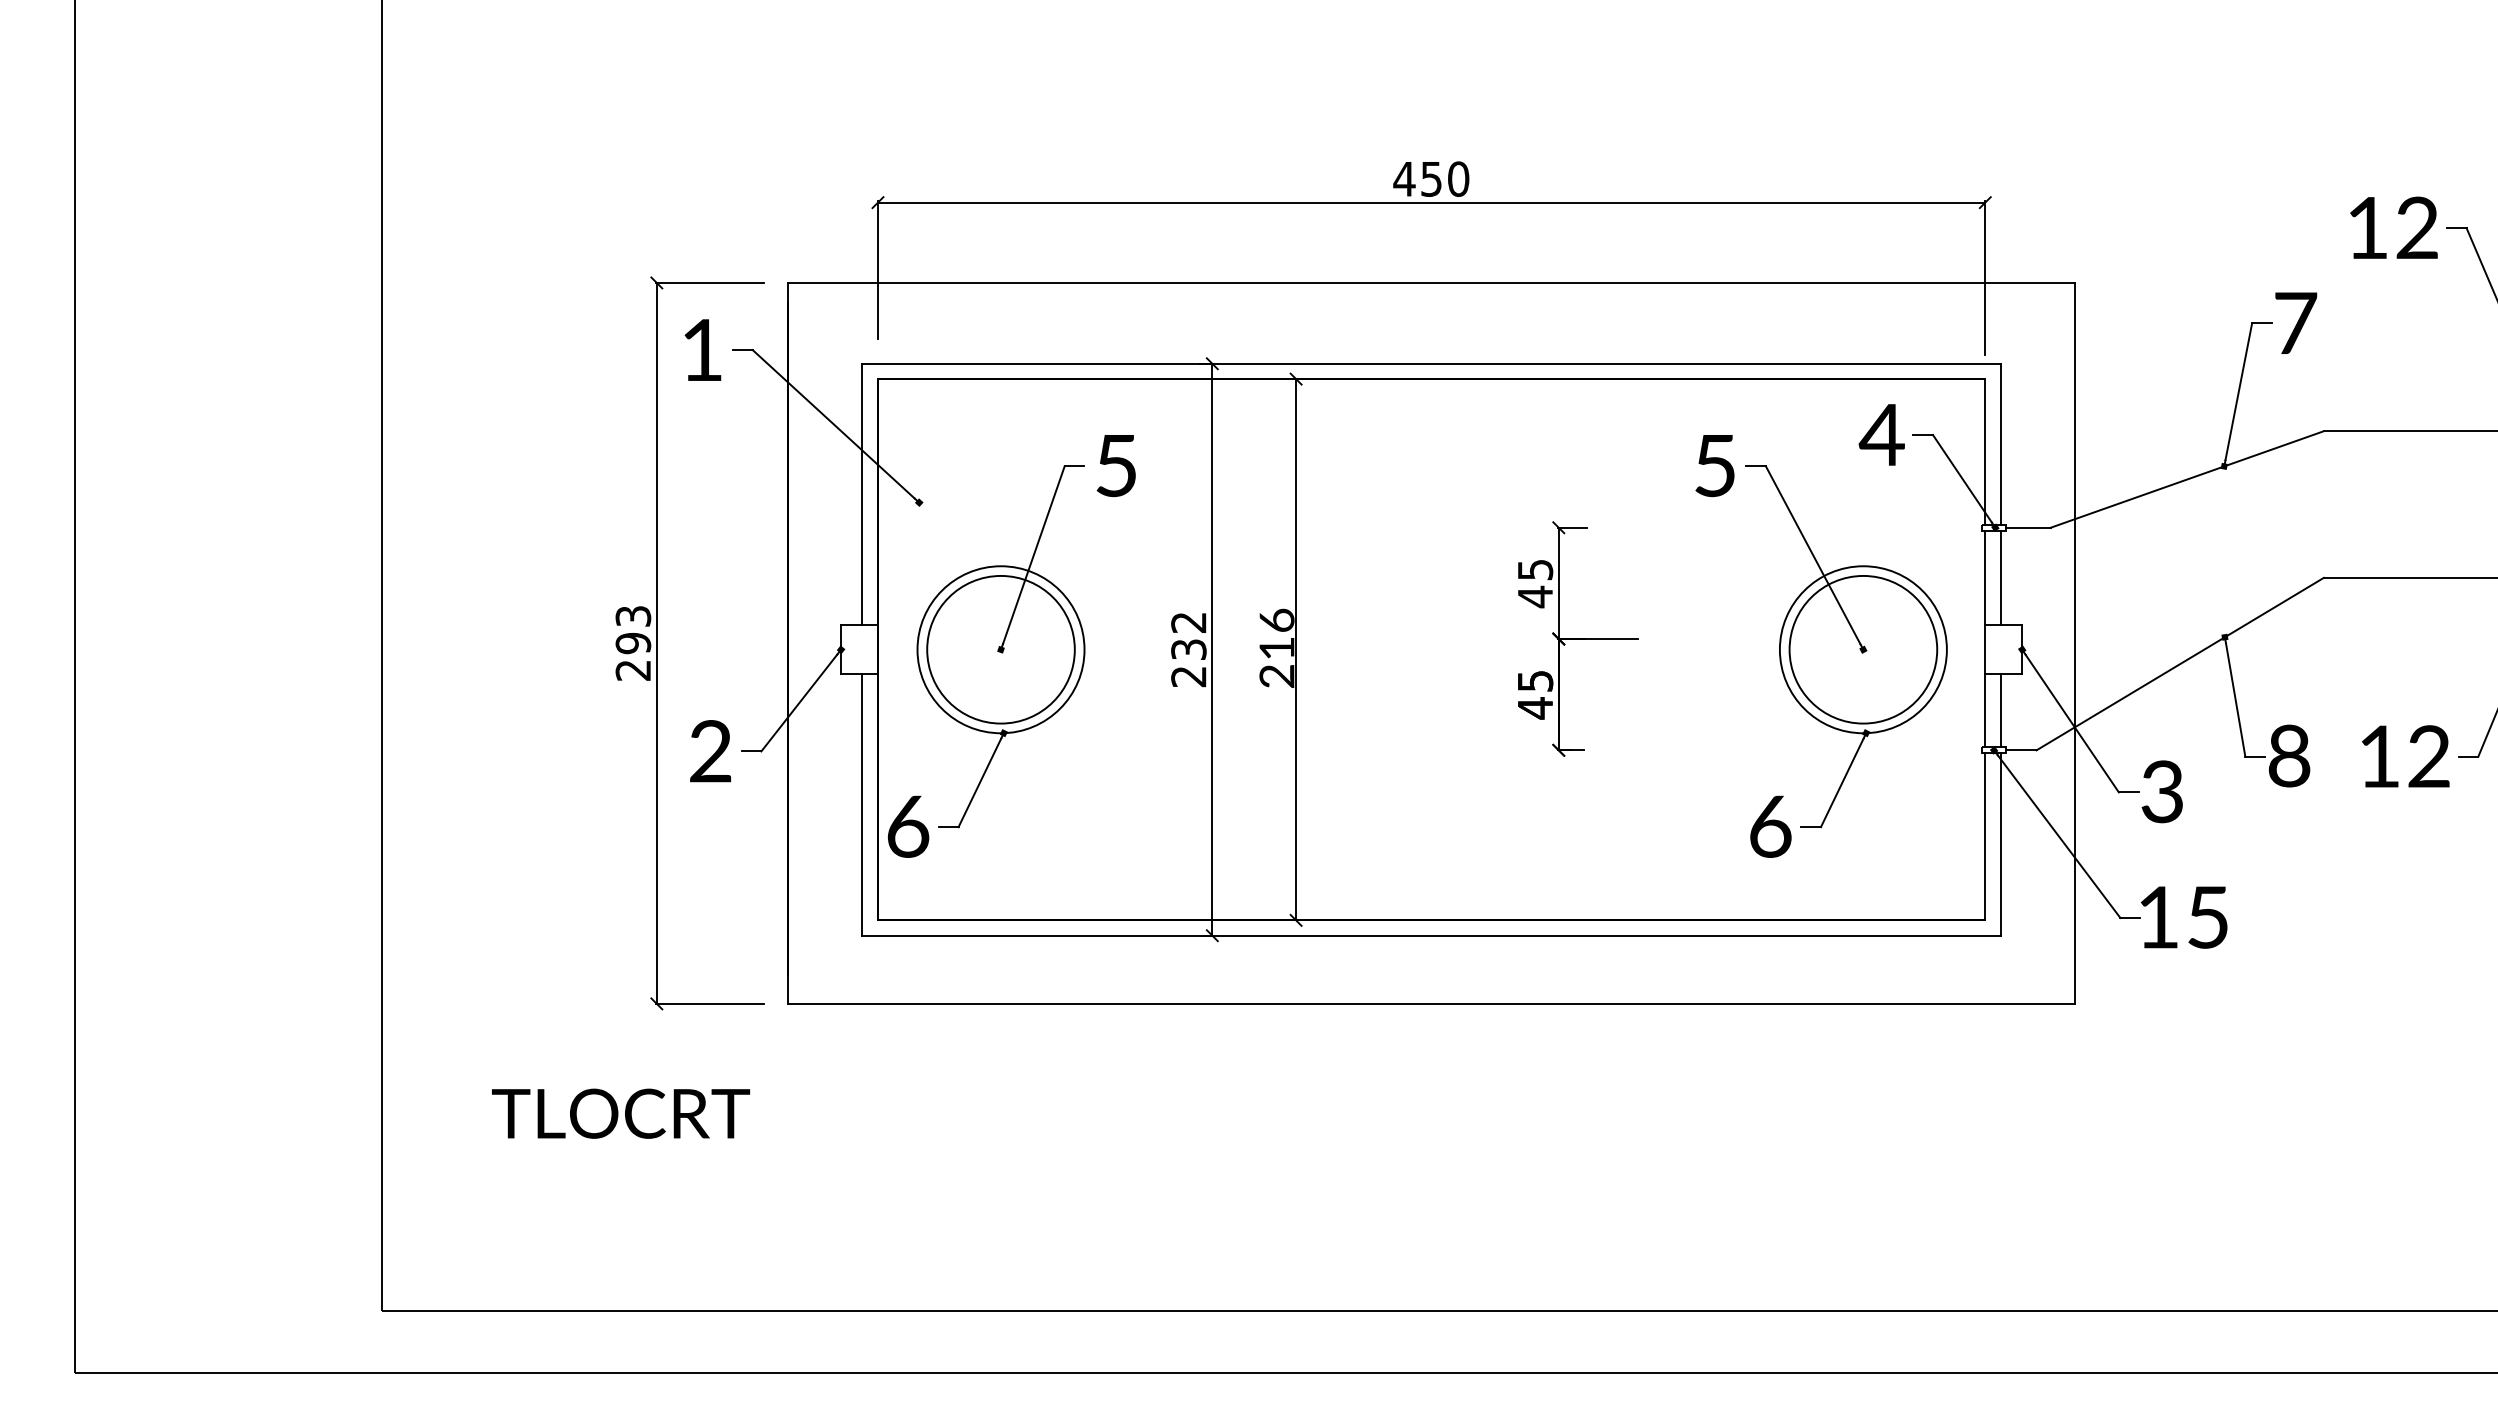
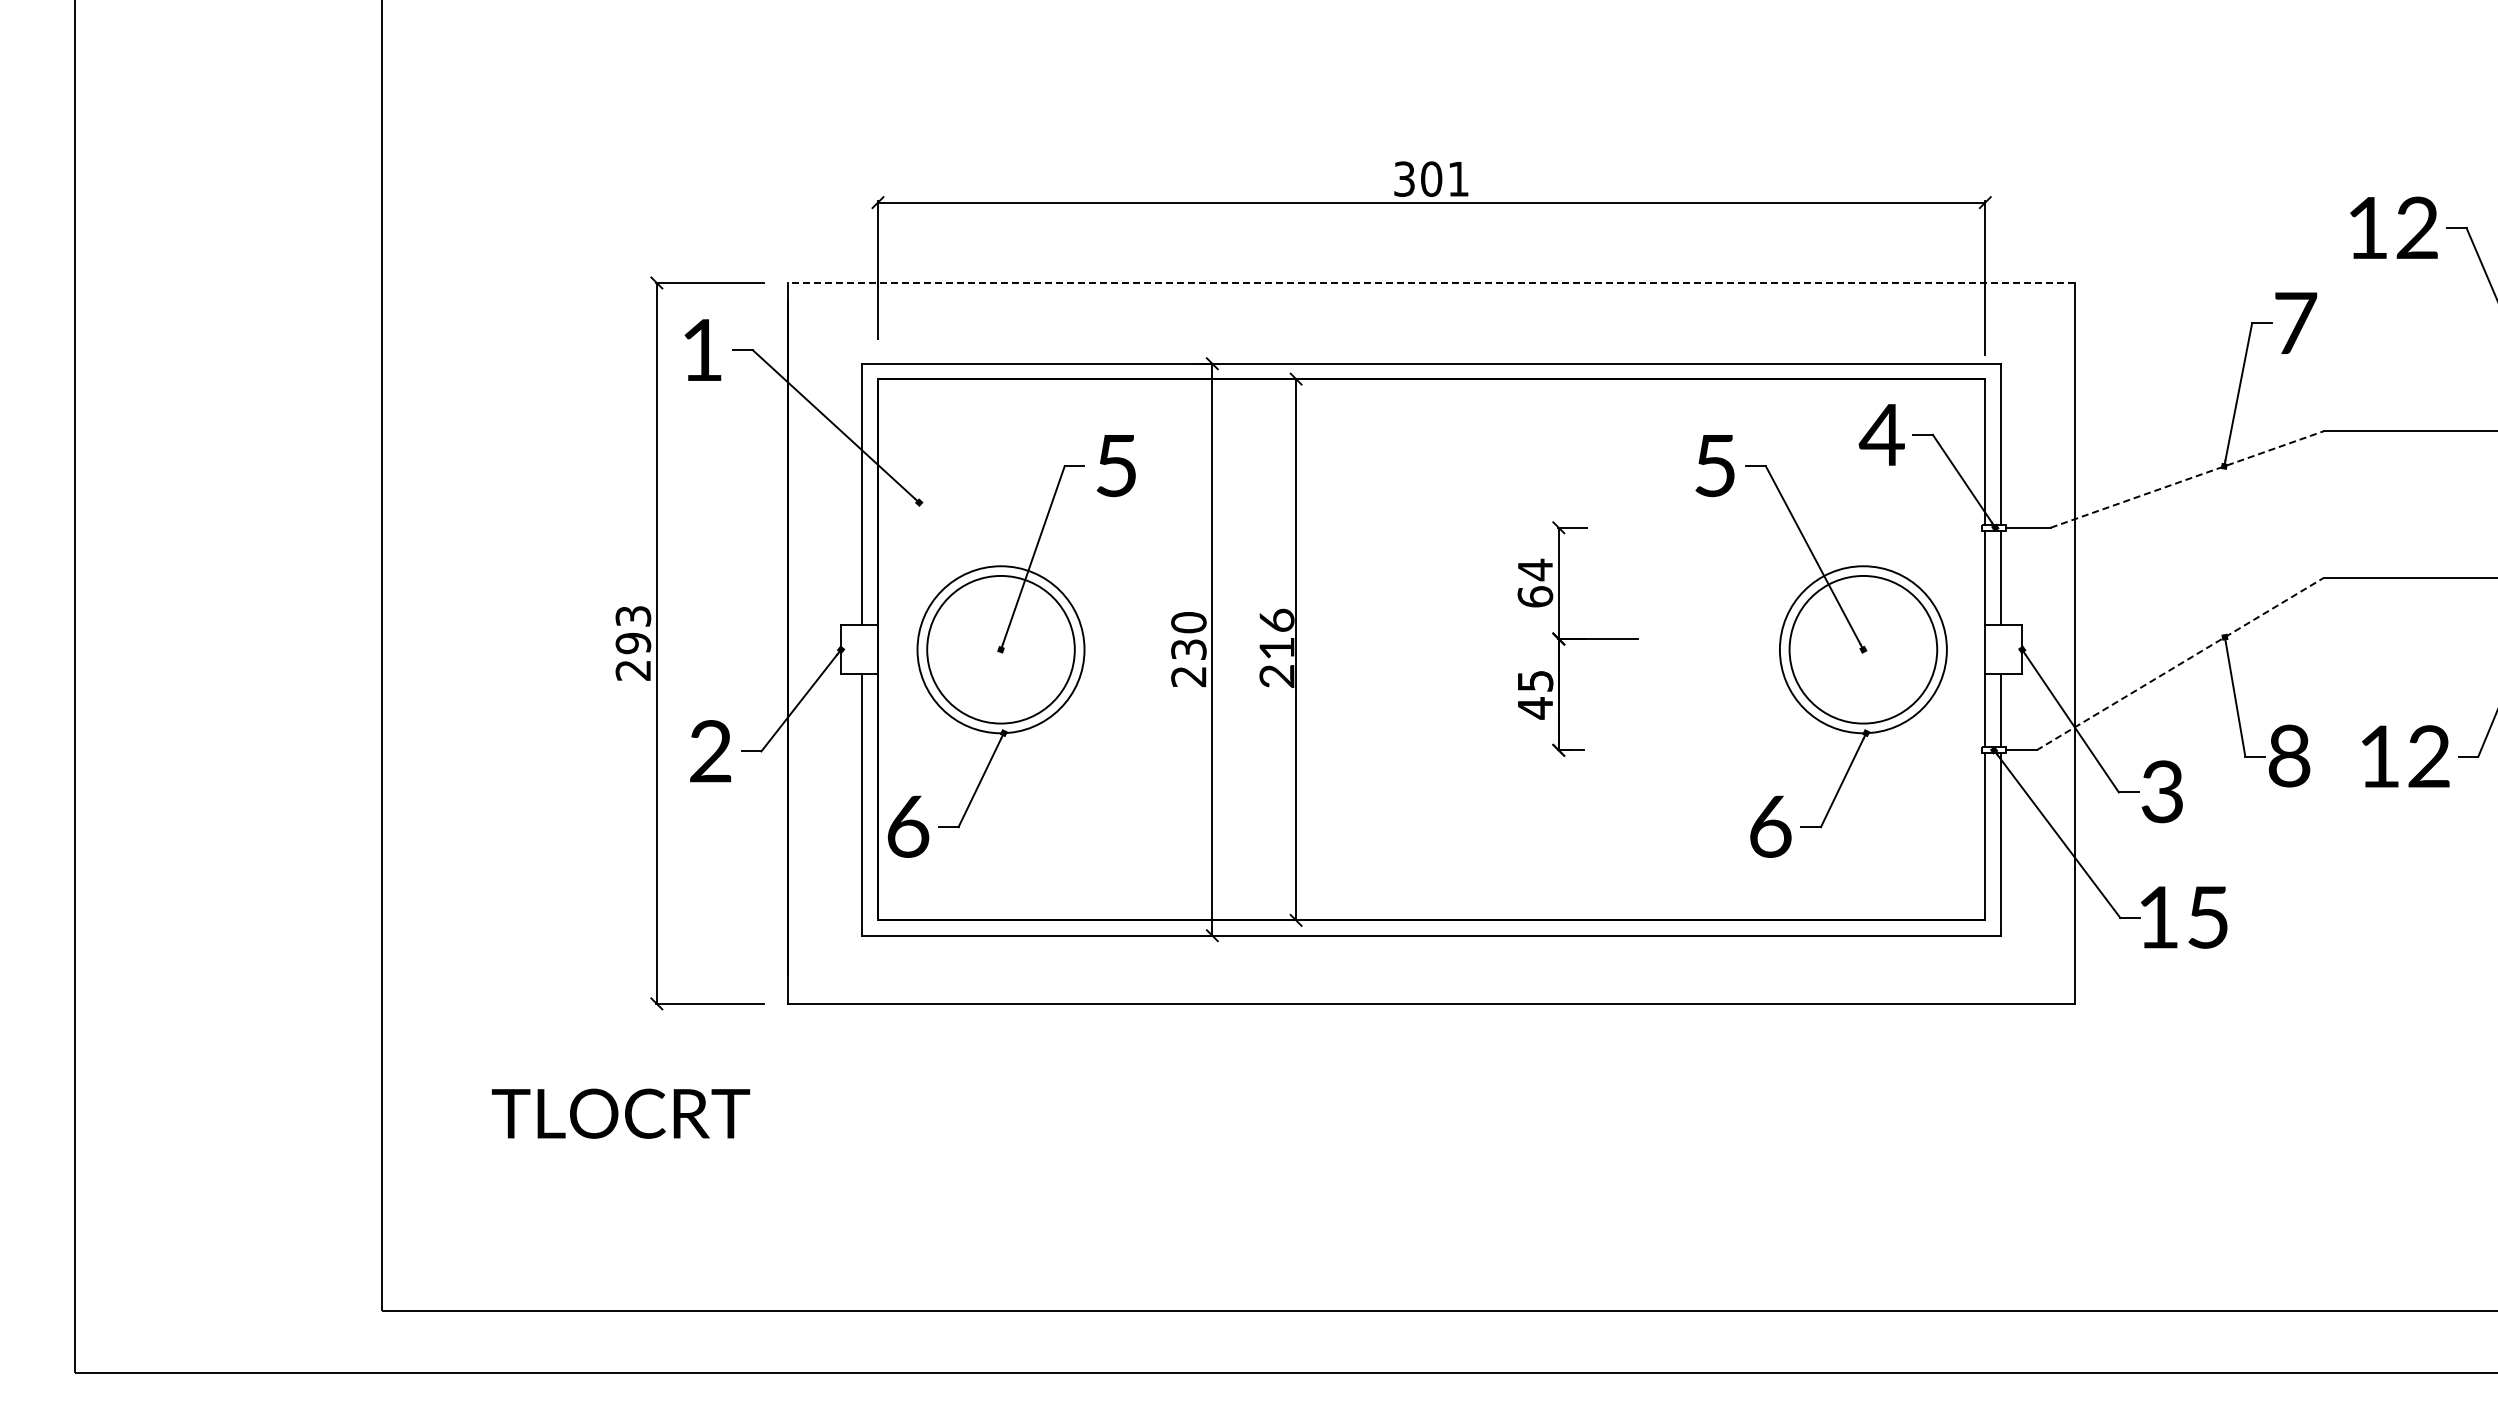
text at (1431, 178): 450 -> 301
line at (1431, 282): solid -> dashed
line at (2187, 479): solid -> dashed
text at (1535, 583): 45 -> 64
text at (1188, 622): 232 -> 230
line at (2180, 664): solid -> dashed
